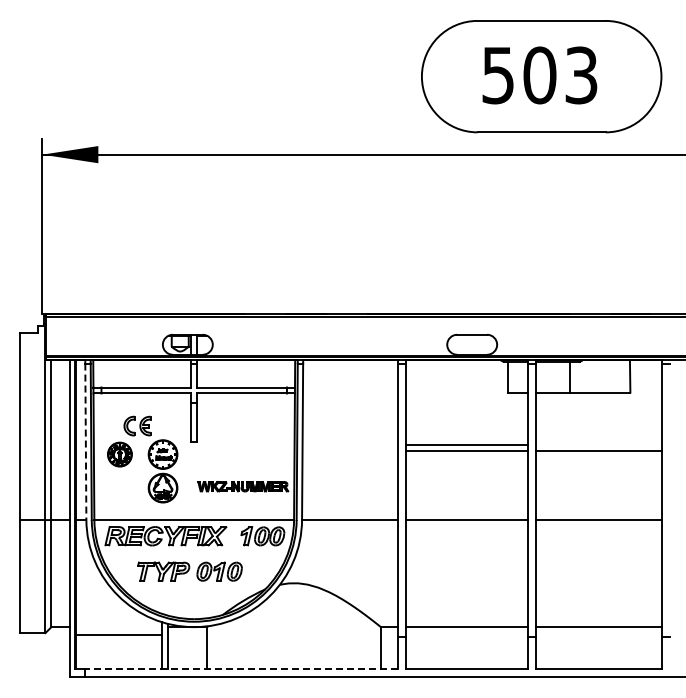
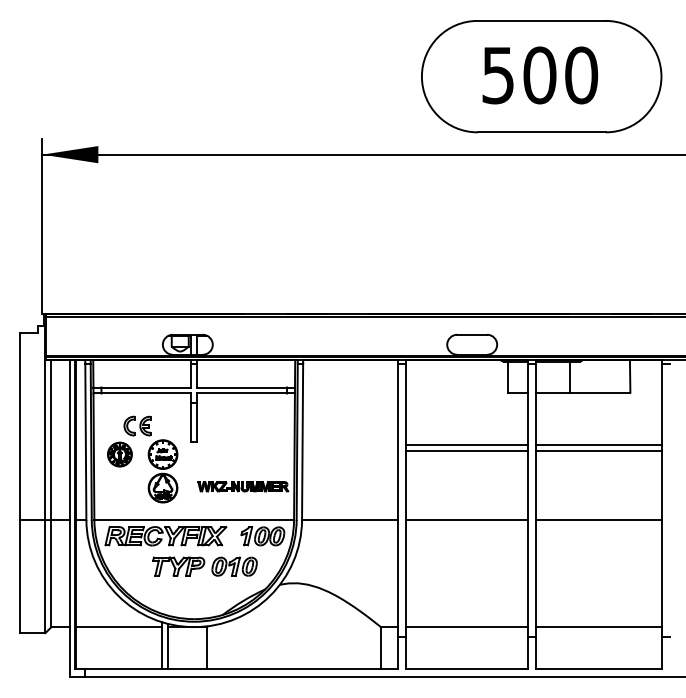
text at (581, 75): 503 -> 500
line at (85, 442): dashed -> solid
line at (598, 445): none -> present
part at (189, 571) position: (189, 571) -> (204, 566)
line at (119, 635) position: (119, 635) -> (119, 627)
line at (240, 669): dashed -> solid
